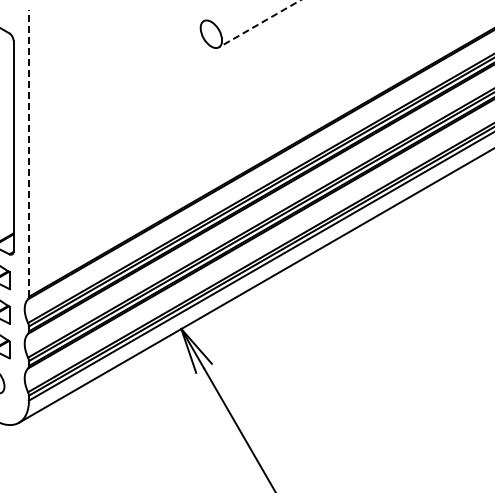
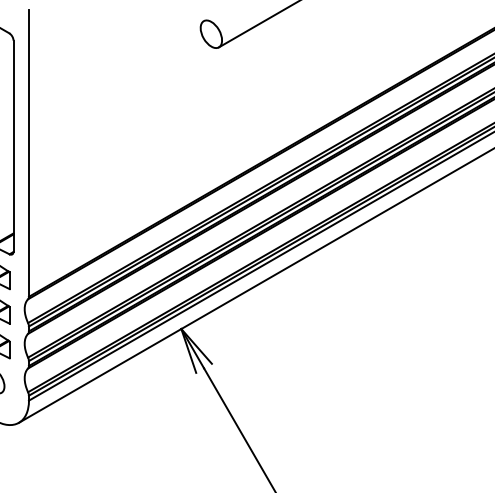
line at (259, 23): dashed -> solid
line at (28, 152): dashed -> solid
